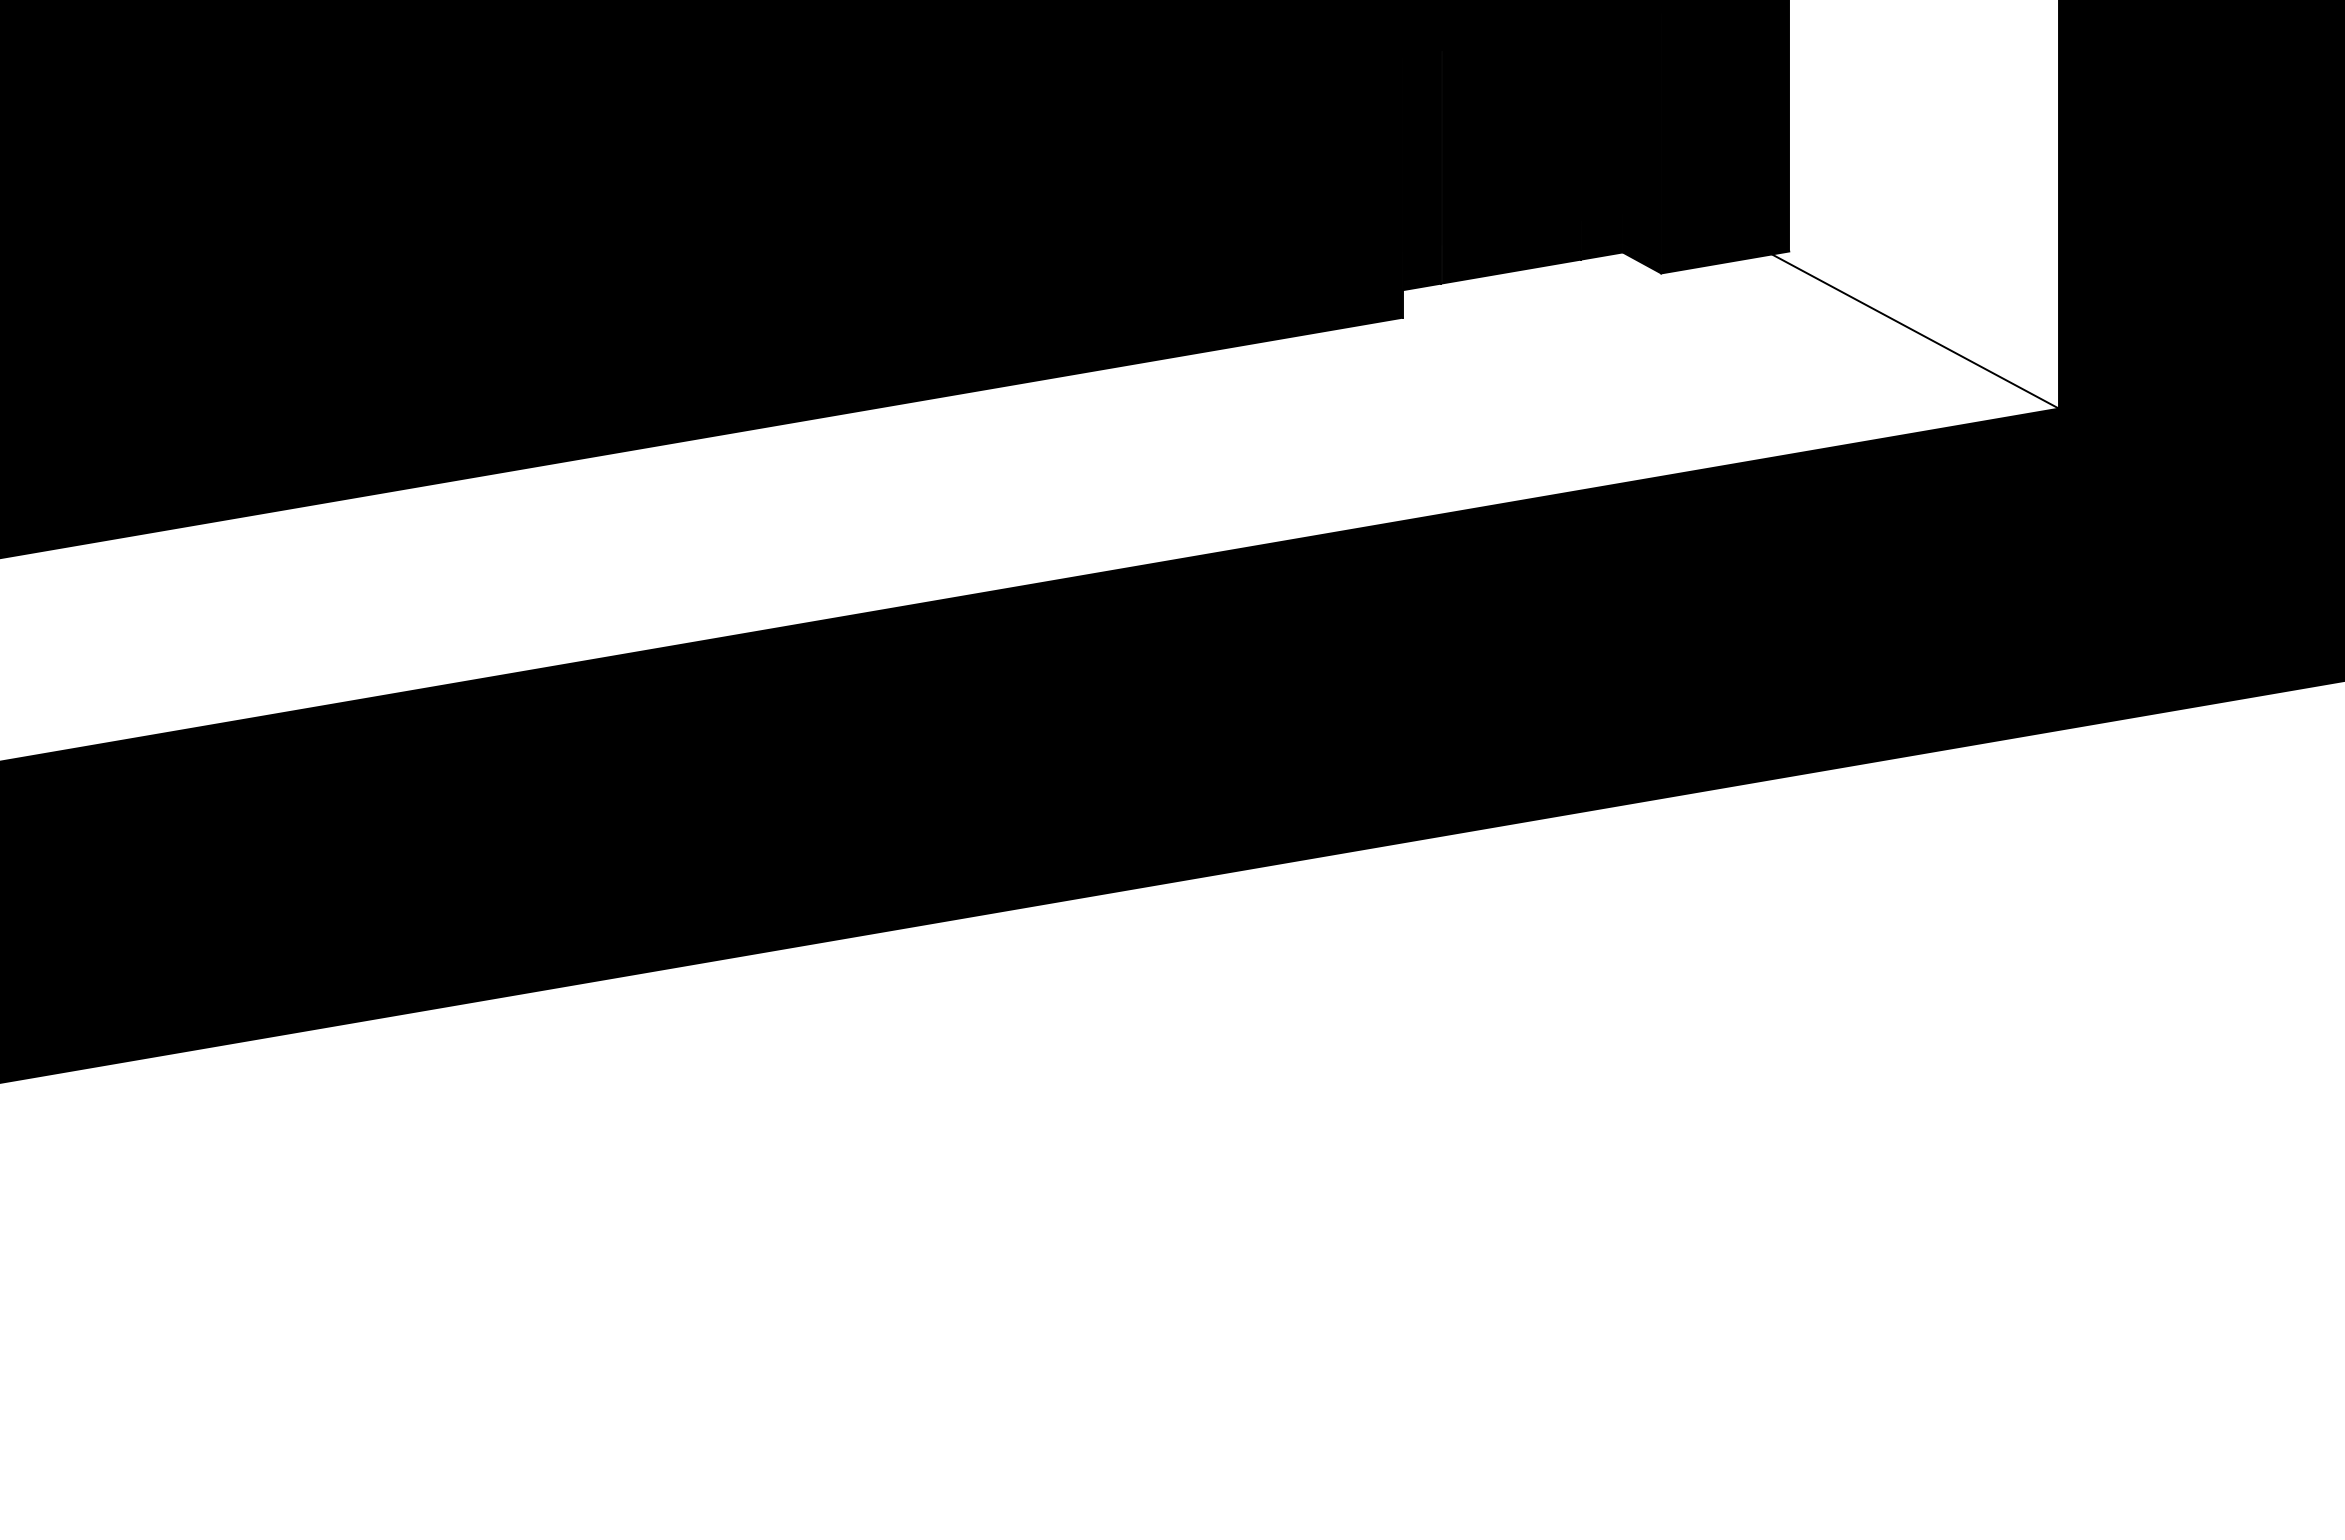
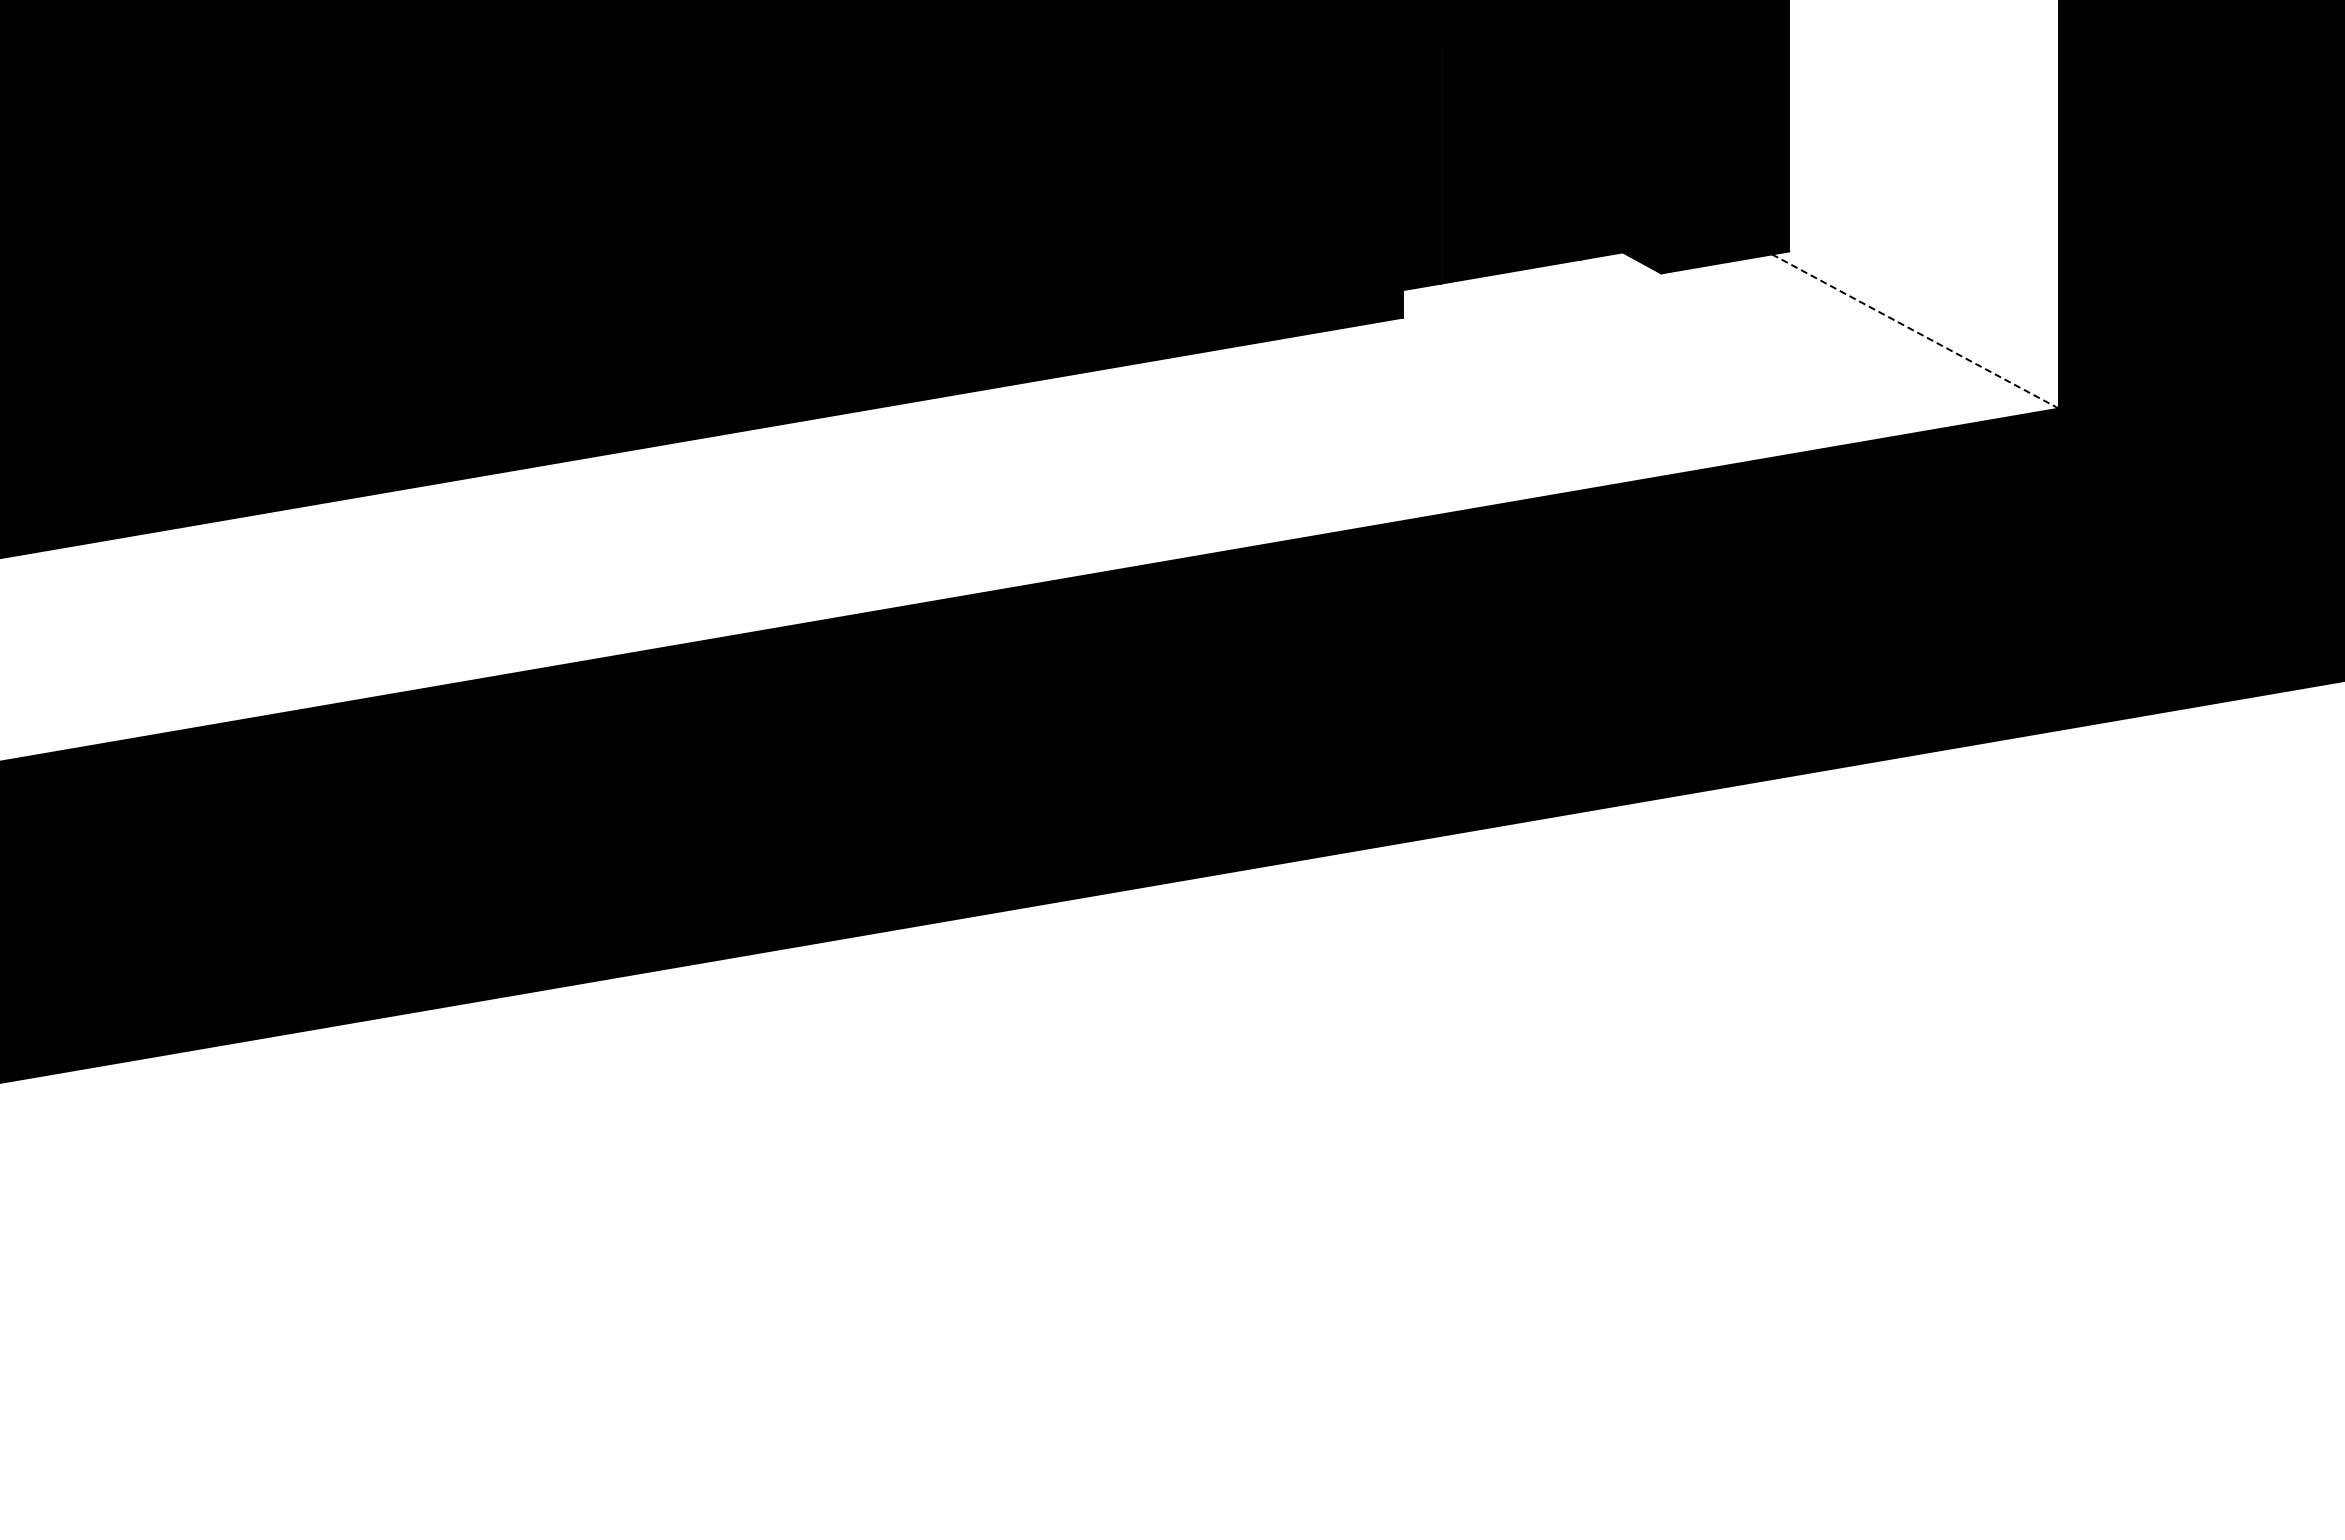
line at (1915, 331): solid -> dashed
